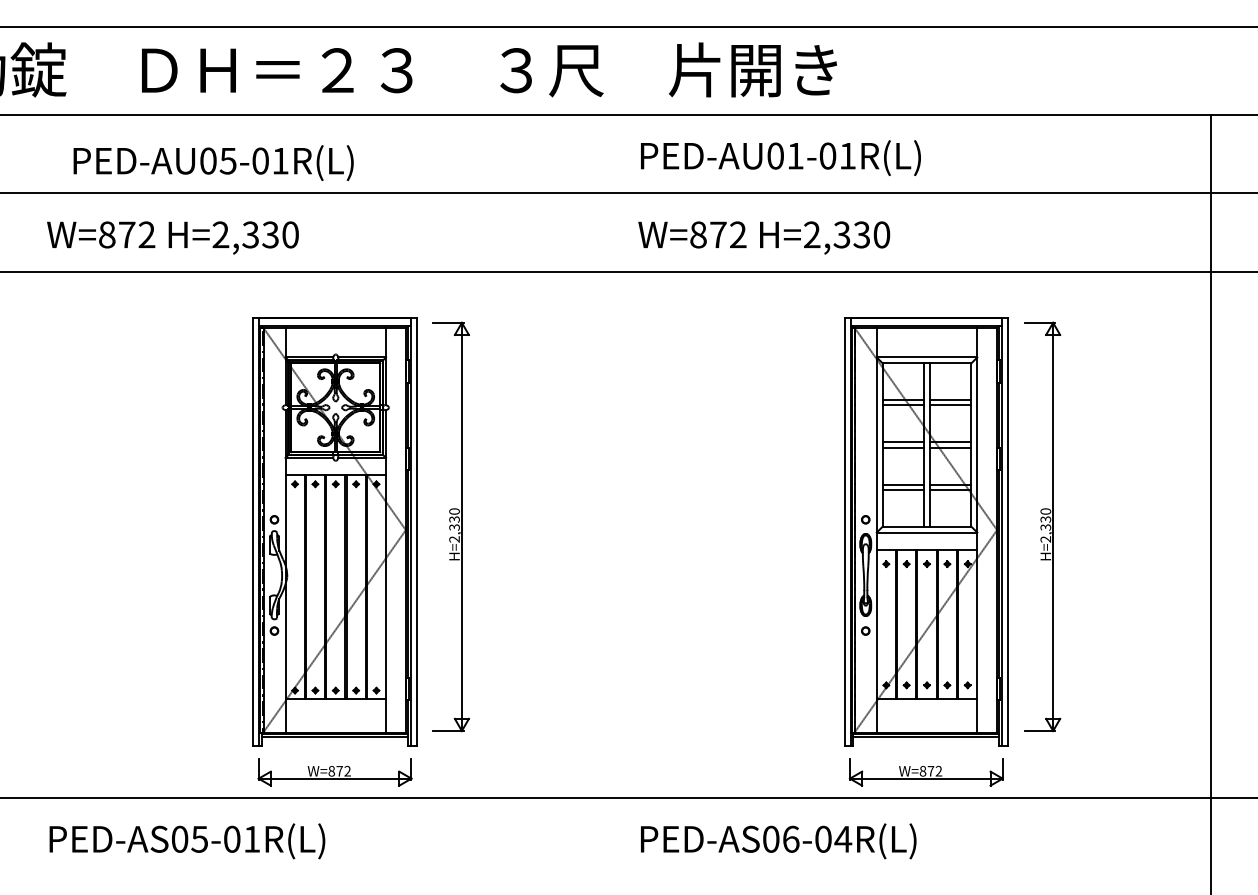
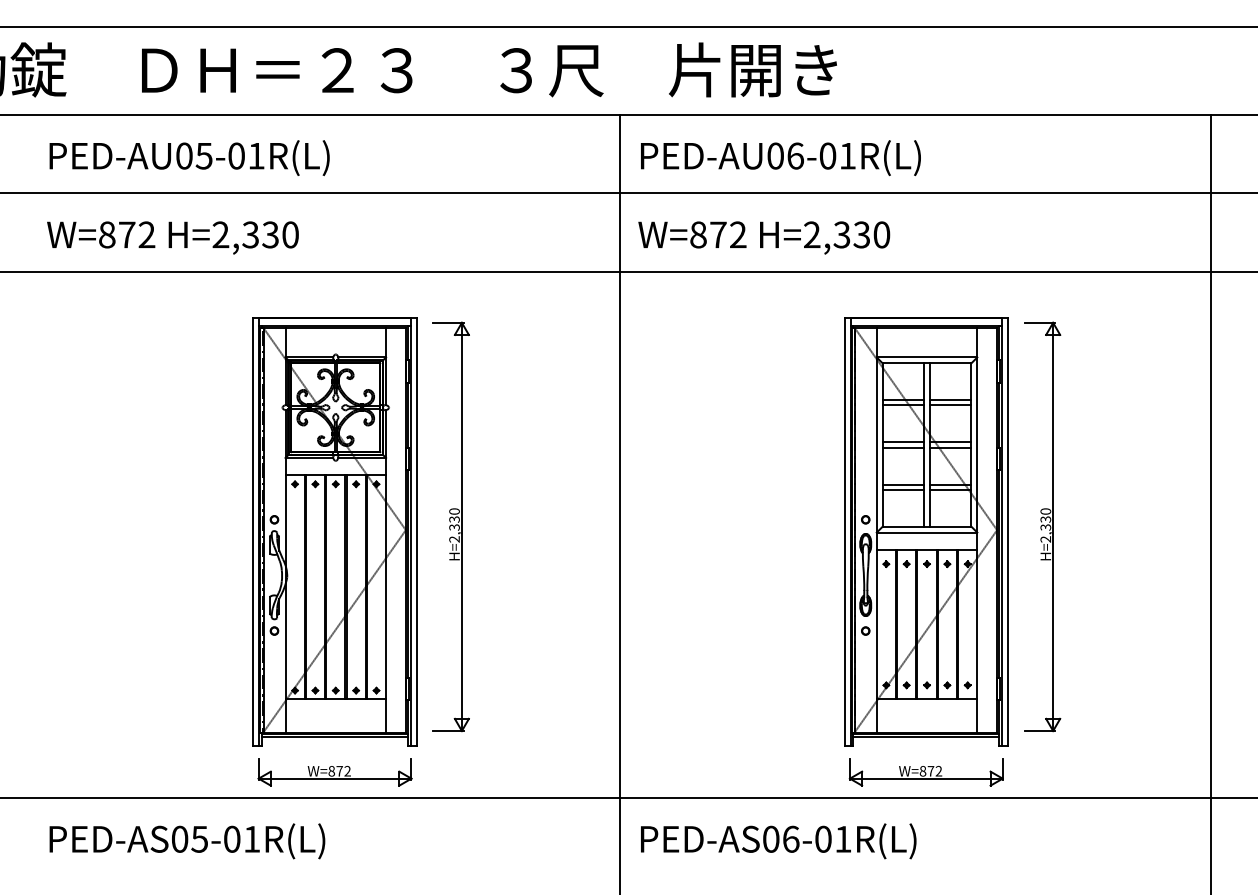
text at (795, 155): PED-AU01-01R(L) -> PED-AU06-01R(L)
text at (213, 162) position: (213, 162) -> (189, 157)
line at (619, 502): none -> present
text at (843, 839): PED-AS06-04R(L) -> PED-AS06-01R(L)
